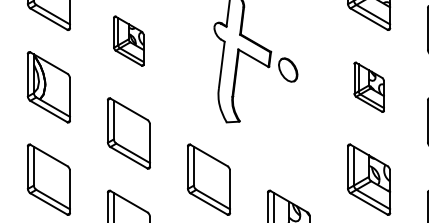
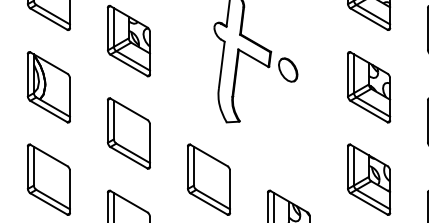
part at (128, 40) size: 32x52 px -> 45x73 px
part at (368, 86) size: 32x52 px -> 45x73 px
